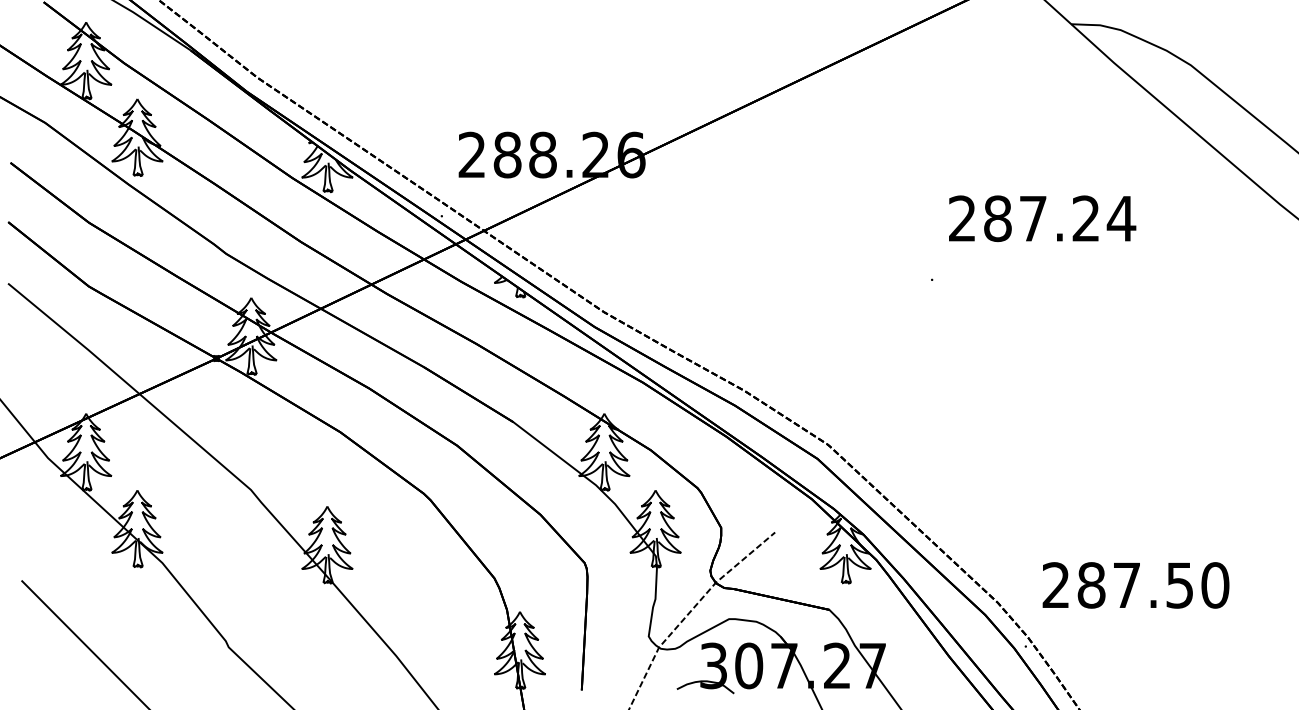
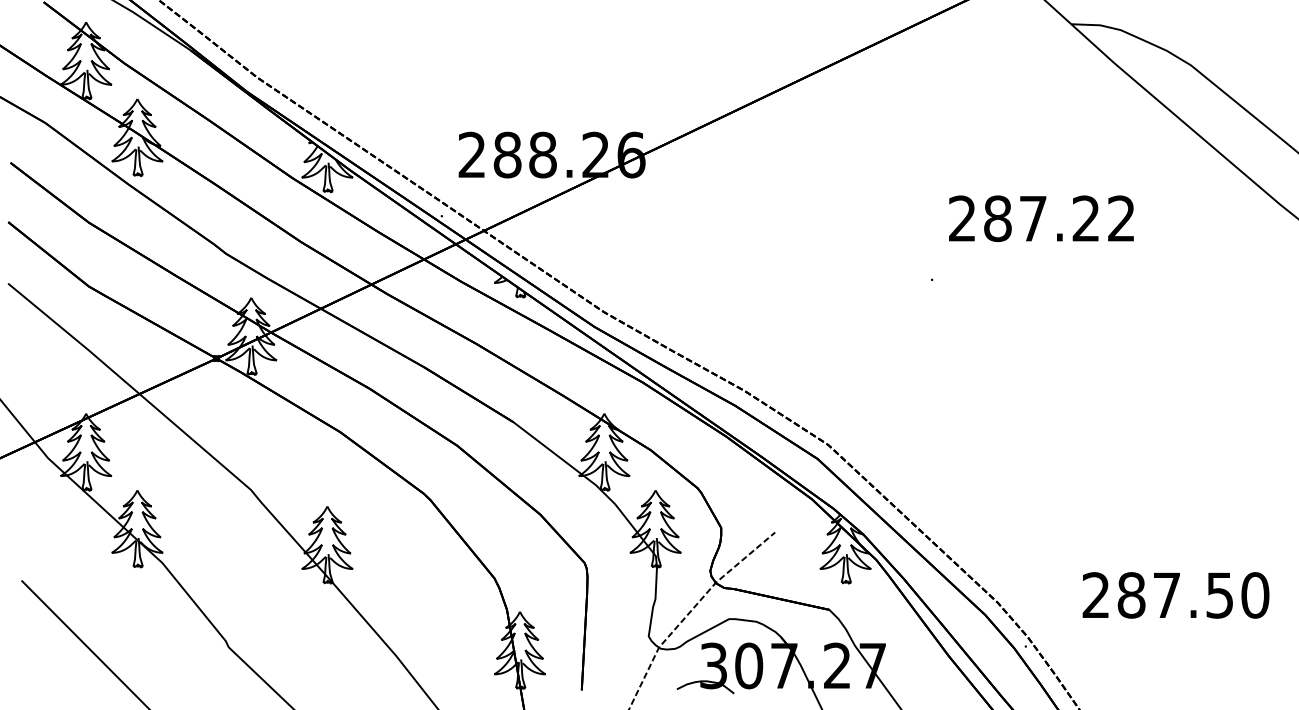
text at (1121, 218): 287.24 -> 287.22
text at (1135, 585) position: (1135, 585) -> (1175, 595)
